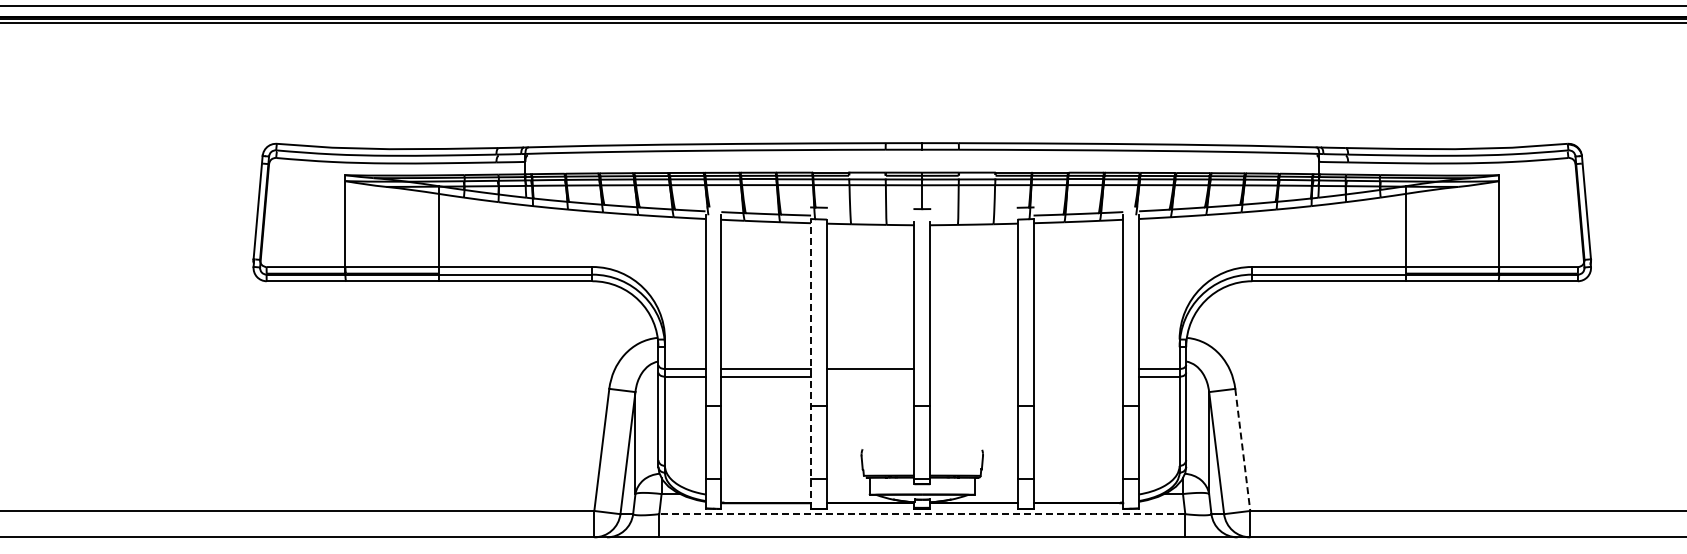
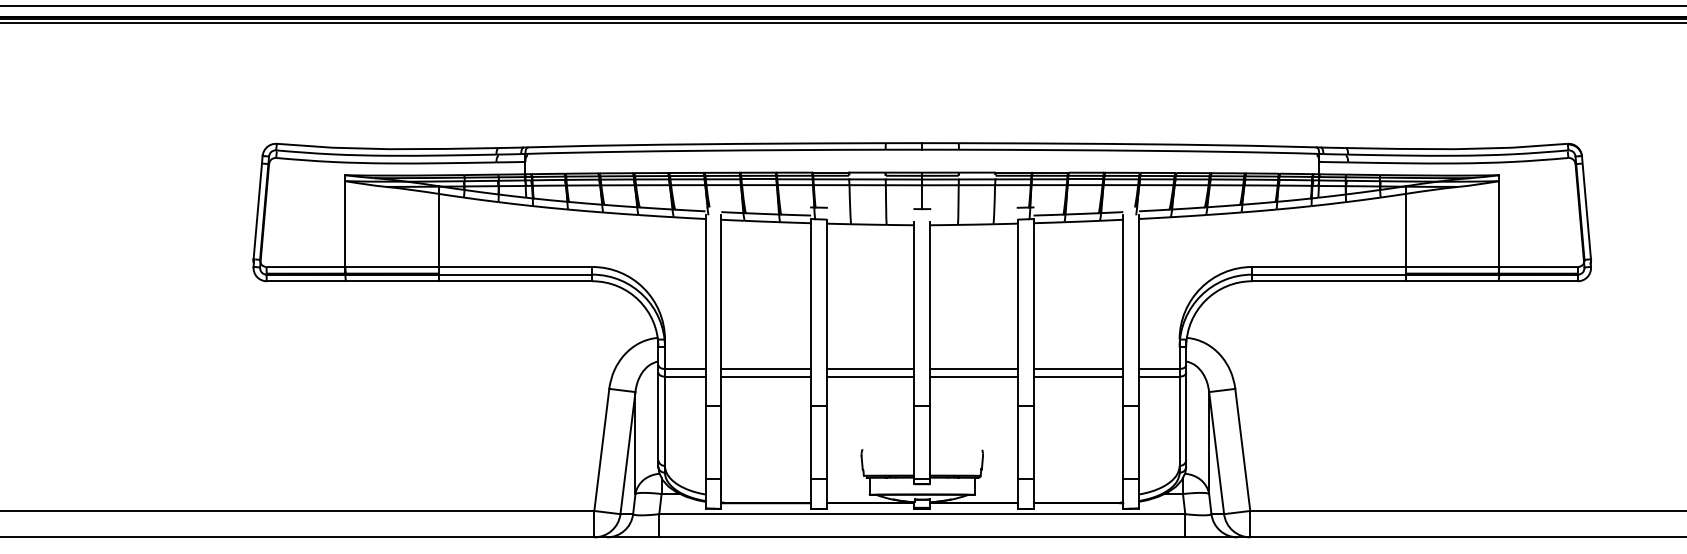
line at (811, 364): dashed -> solid
line at (973, 368): none -> present
line at (1078, 368): none -> present
line at (870, 376): none -> present
line at (973, 376): none -> present
line at (1078, 376): none -> present
line at (1242, 450): dashed -> solid
line at (921, 514): dashed -> solid
